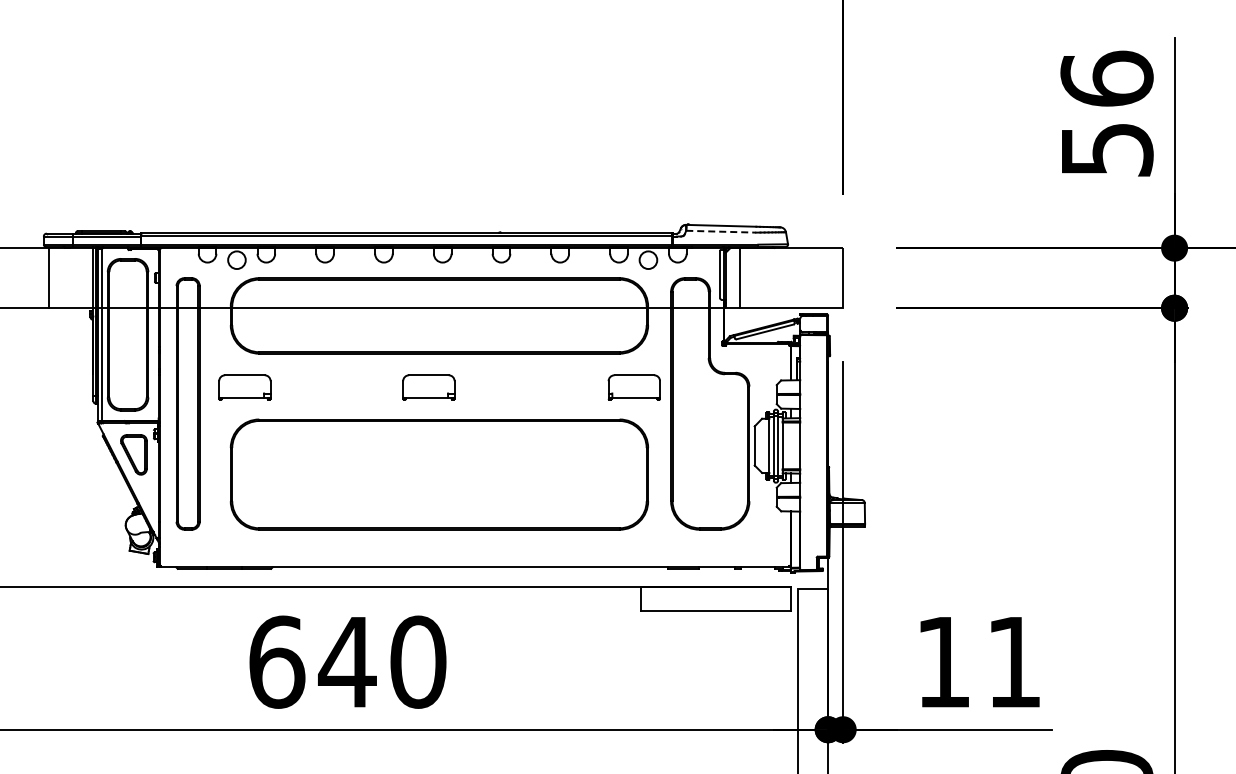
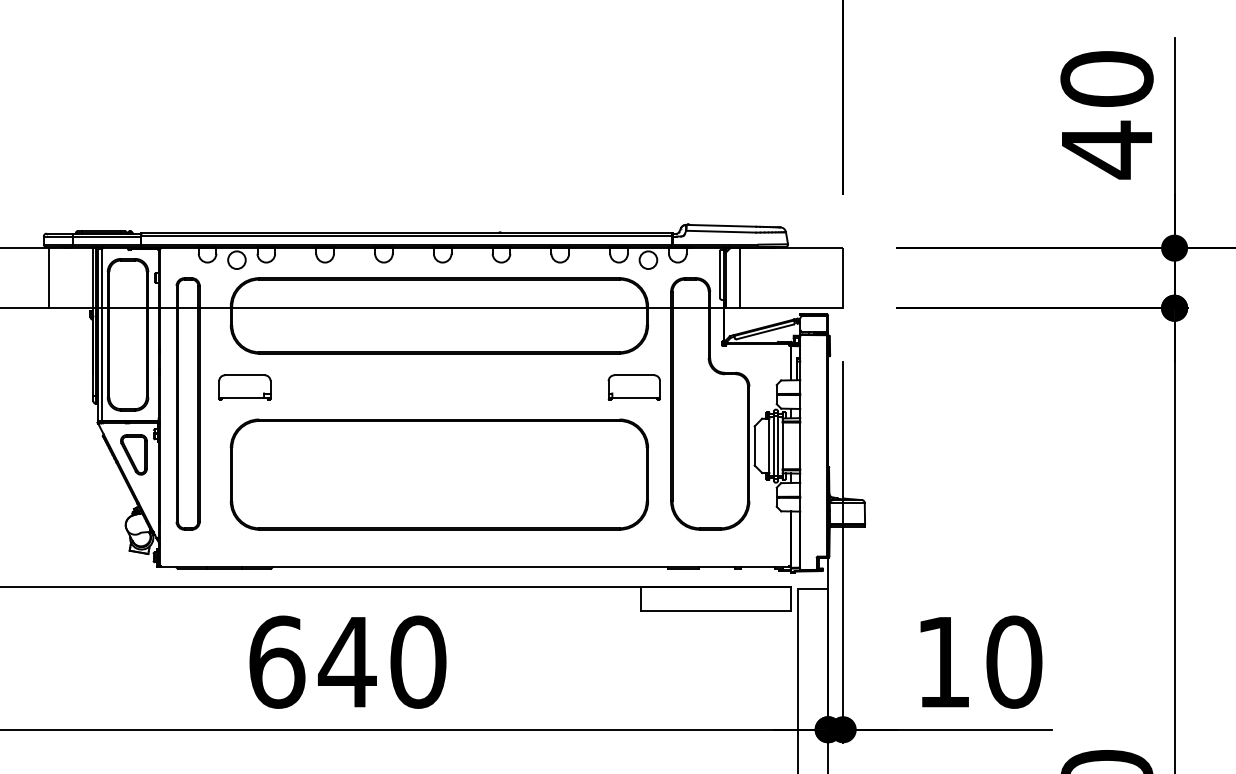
text at (1106, 114): 56 -> 40
line at (721, 231): dashed -> solid
part at (428, 387): present -> none
text at (1014, 661): 11 -> 10
